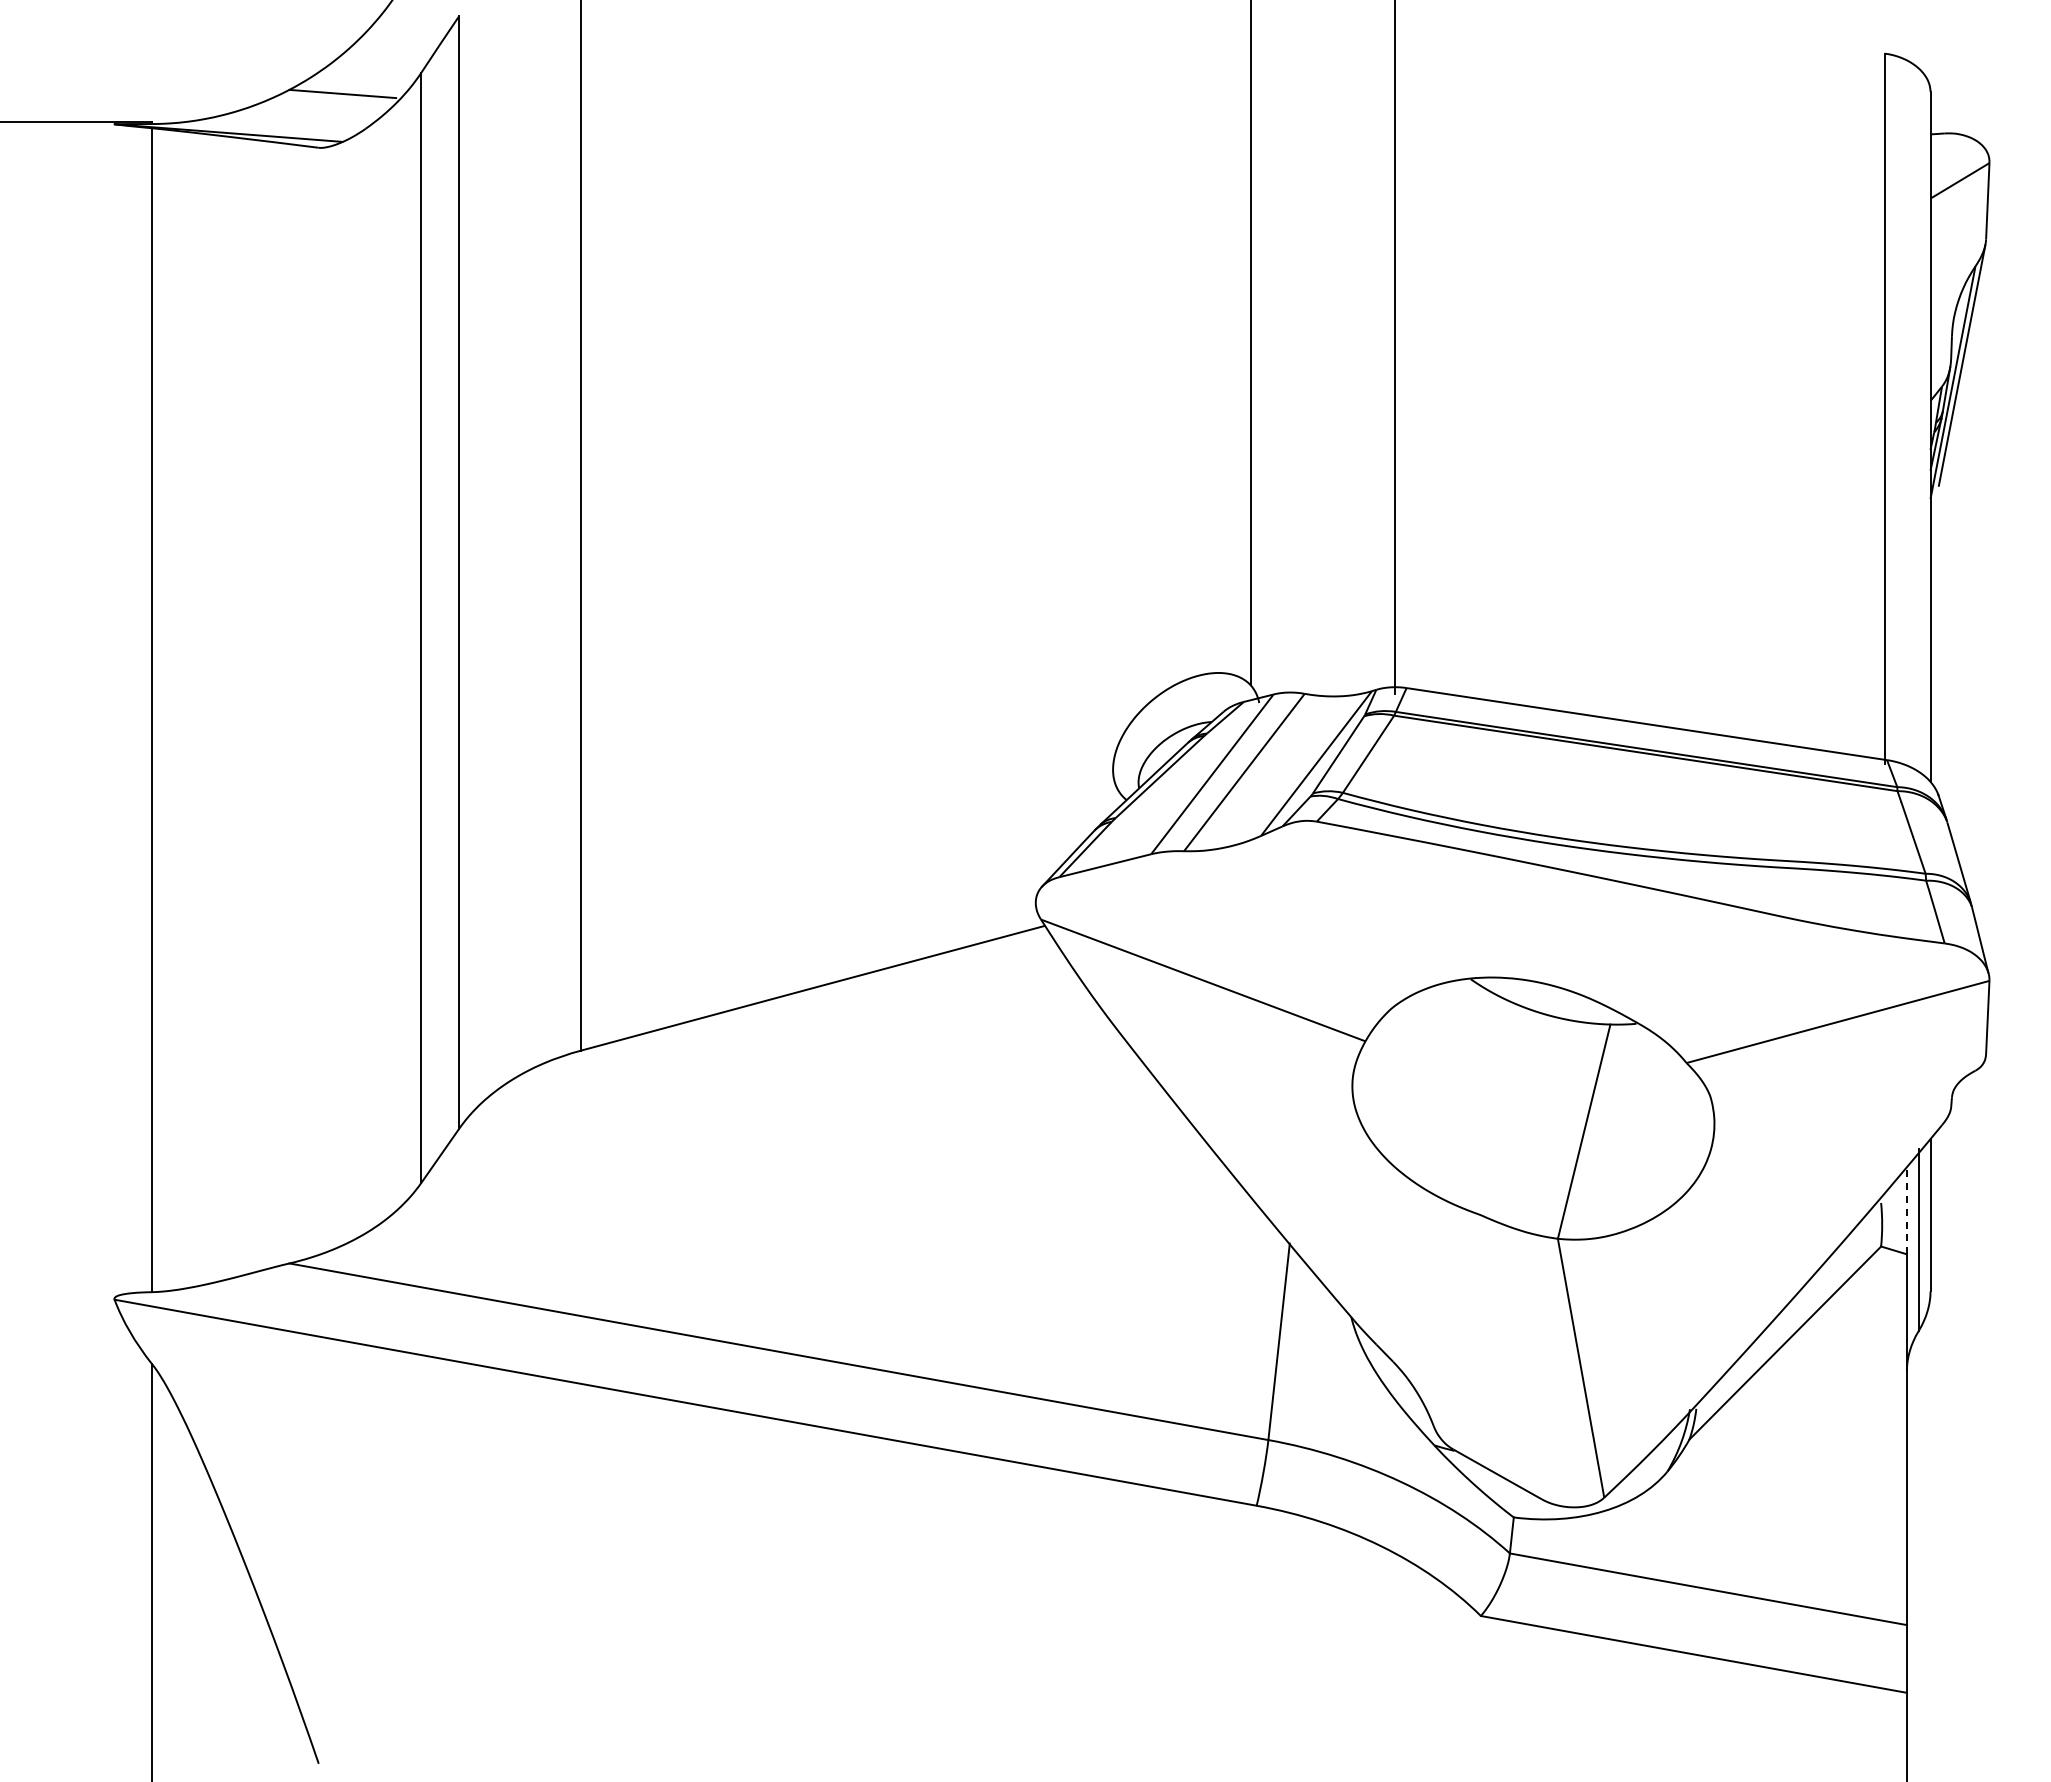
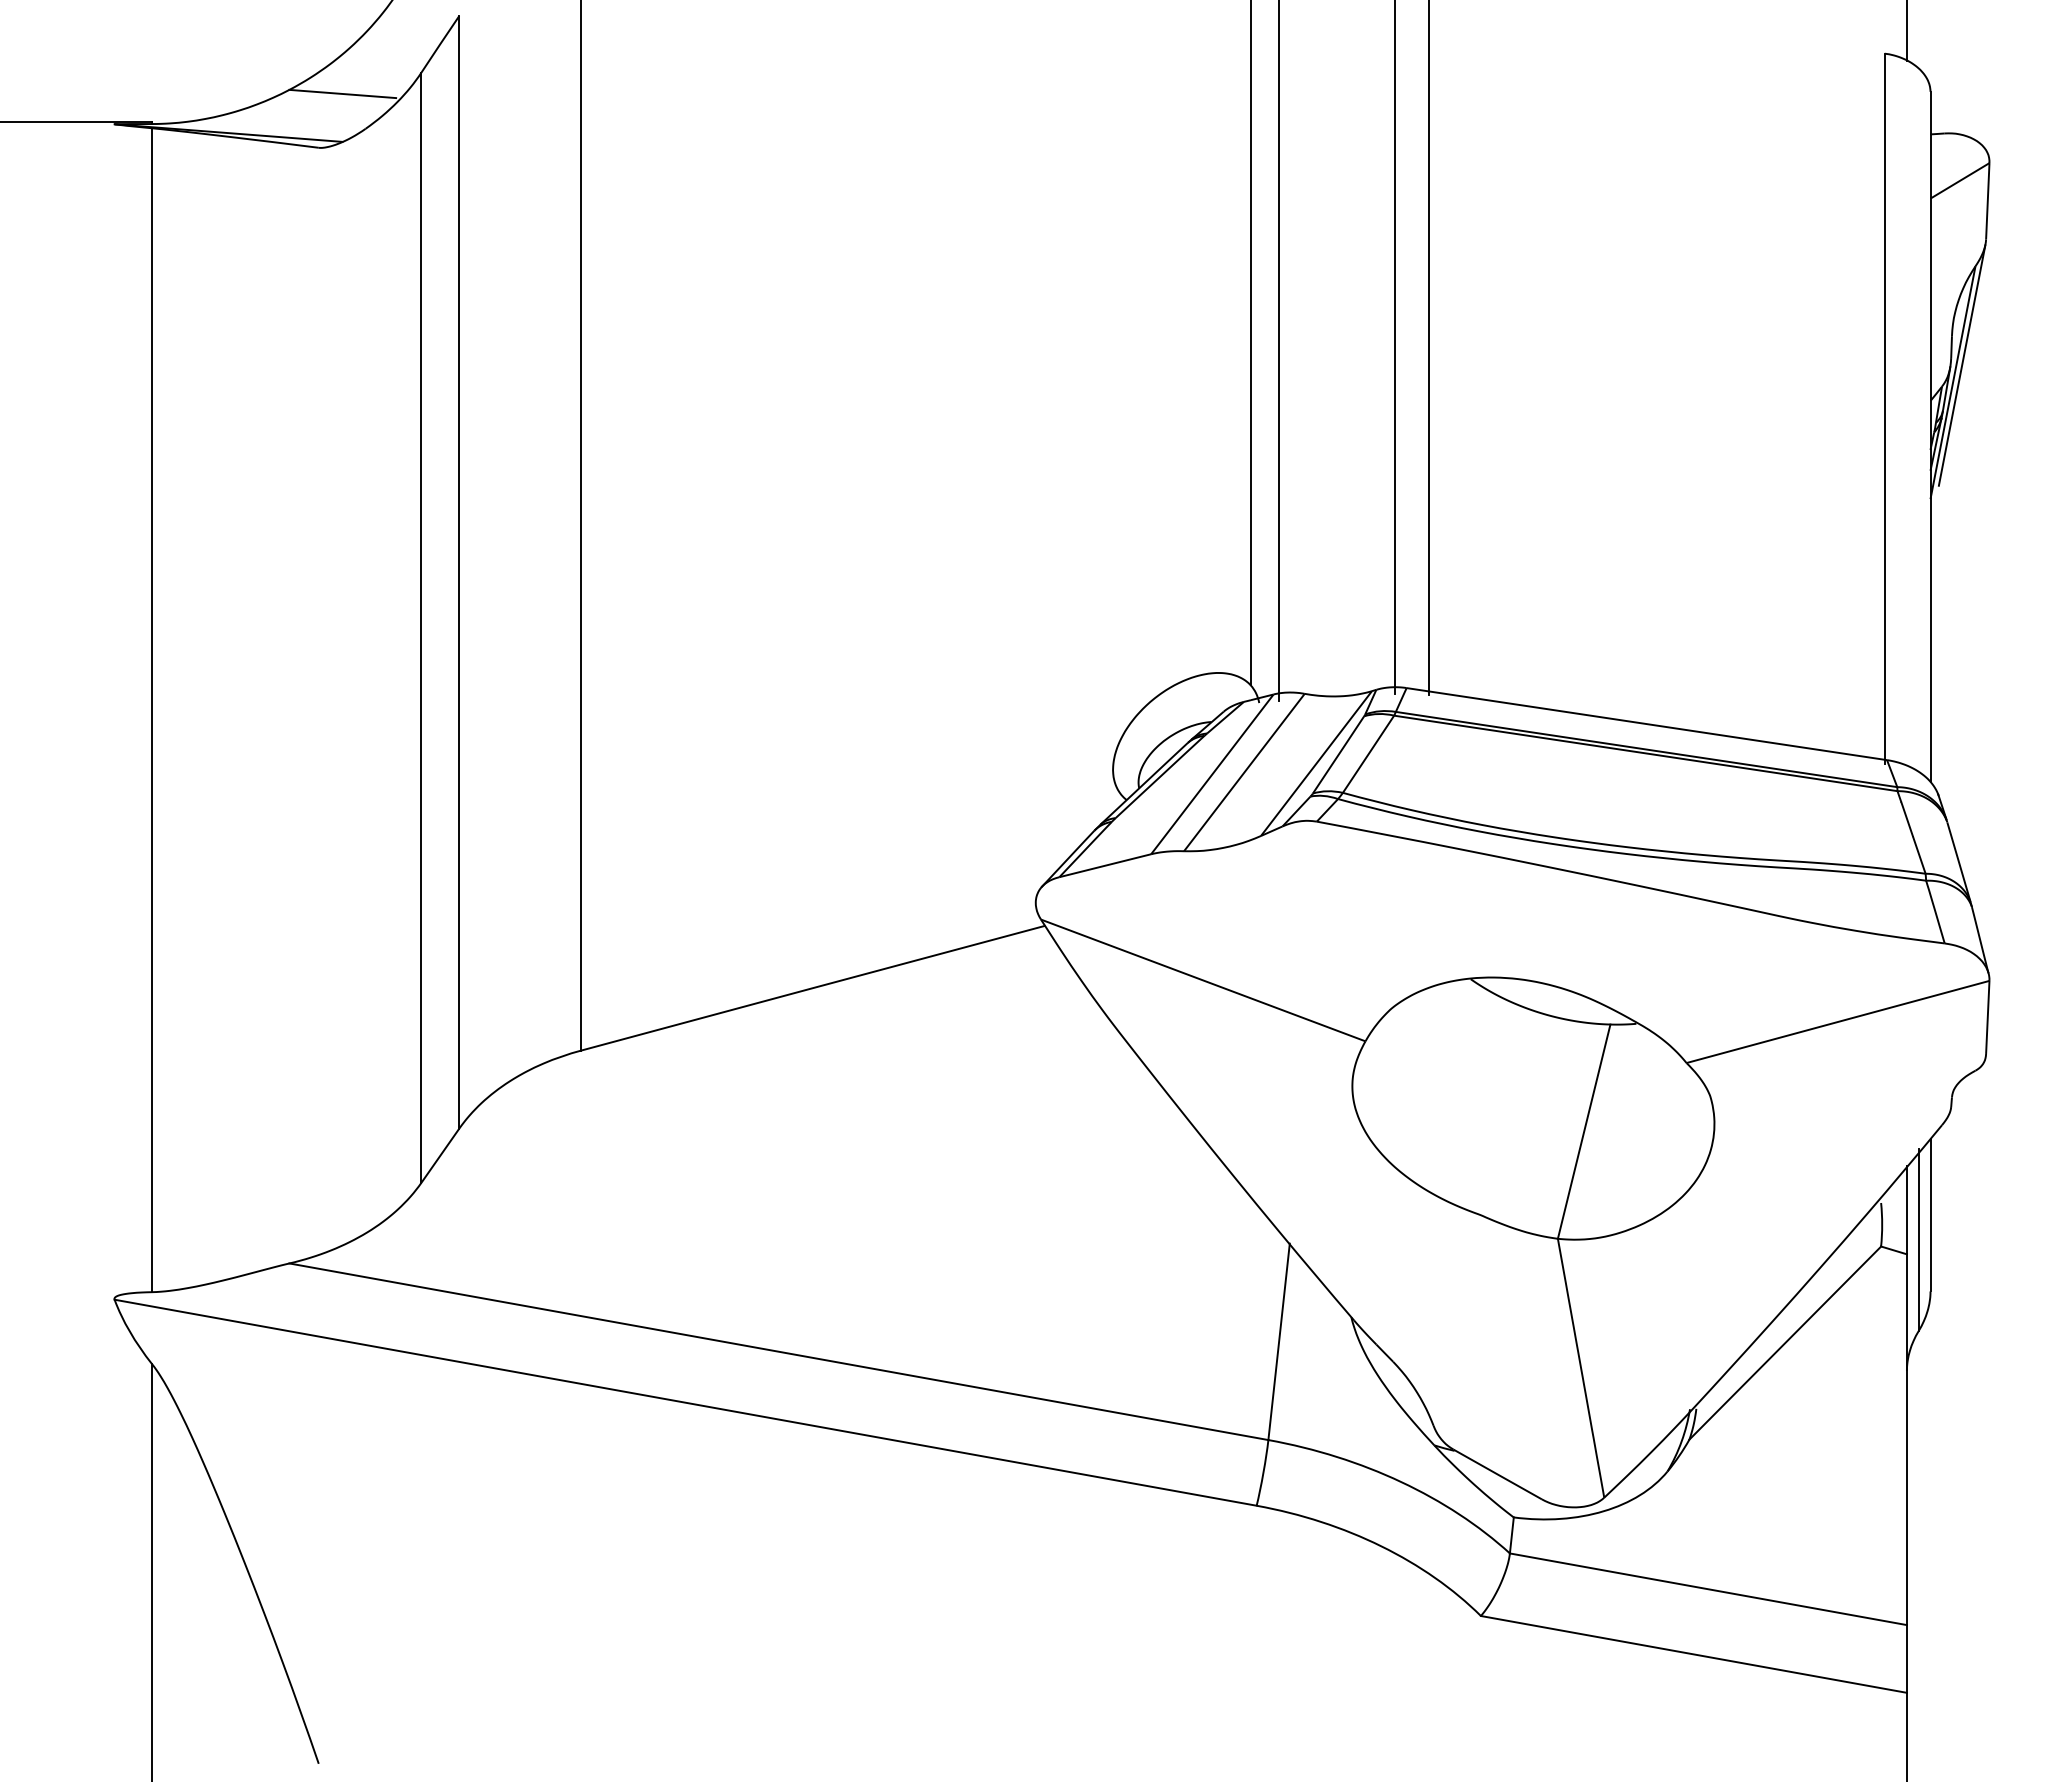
line at (1906, 31): none -> present
line at (1428, 348): none -> present
line at (1279, 351): none -> present
line at (1906, 1210): dashed -> solid
